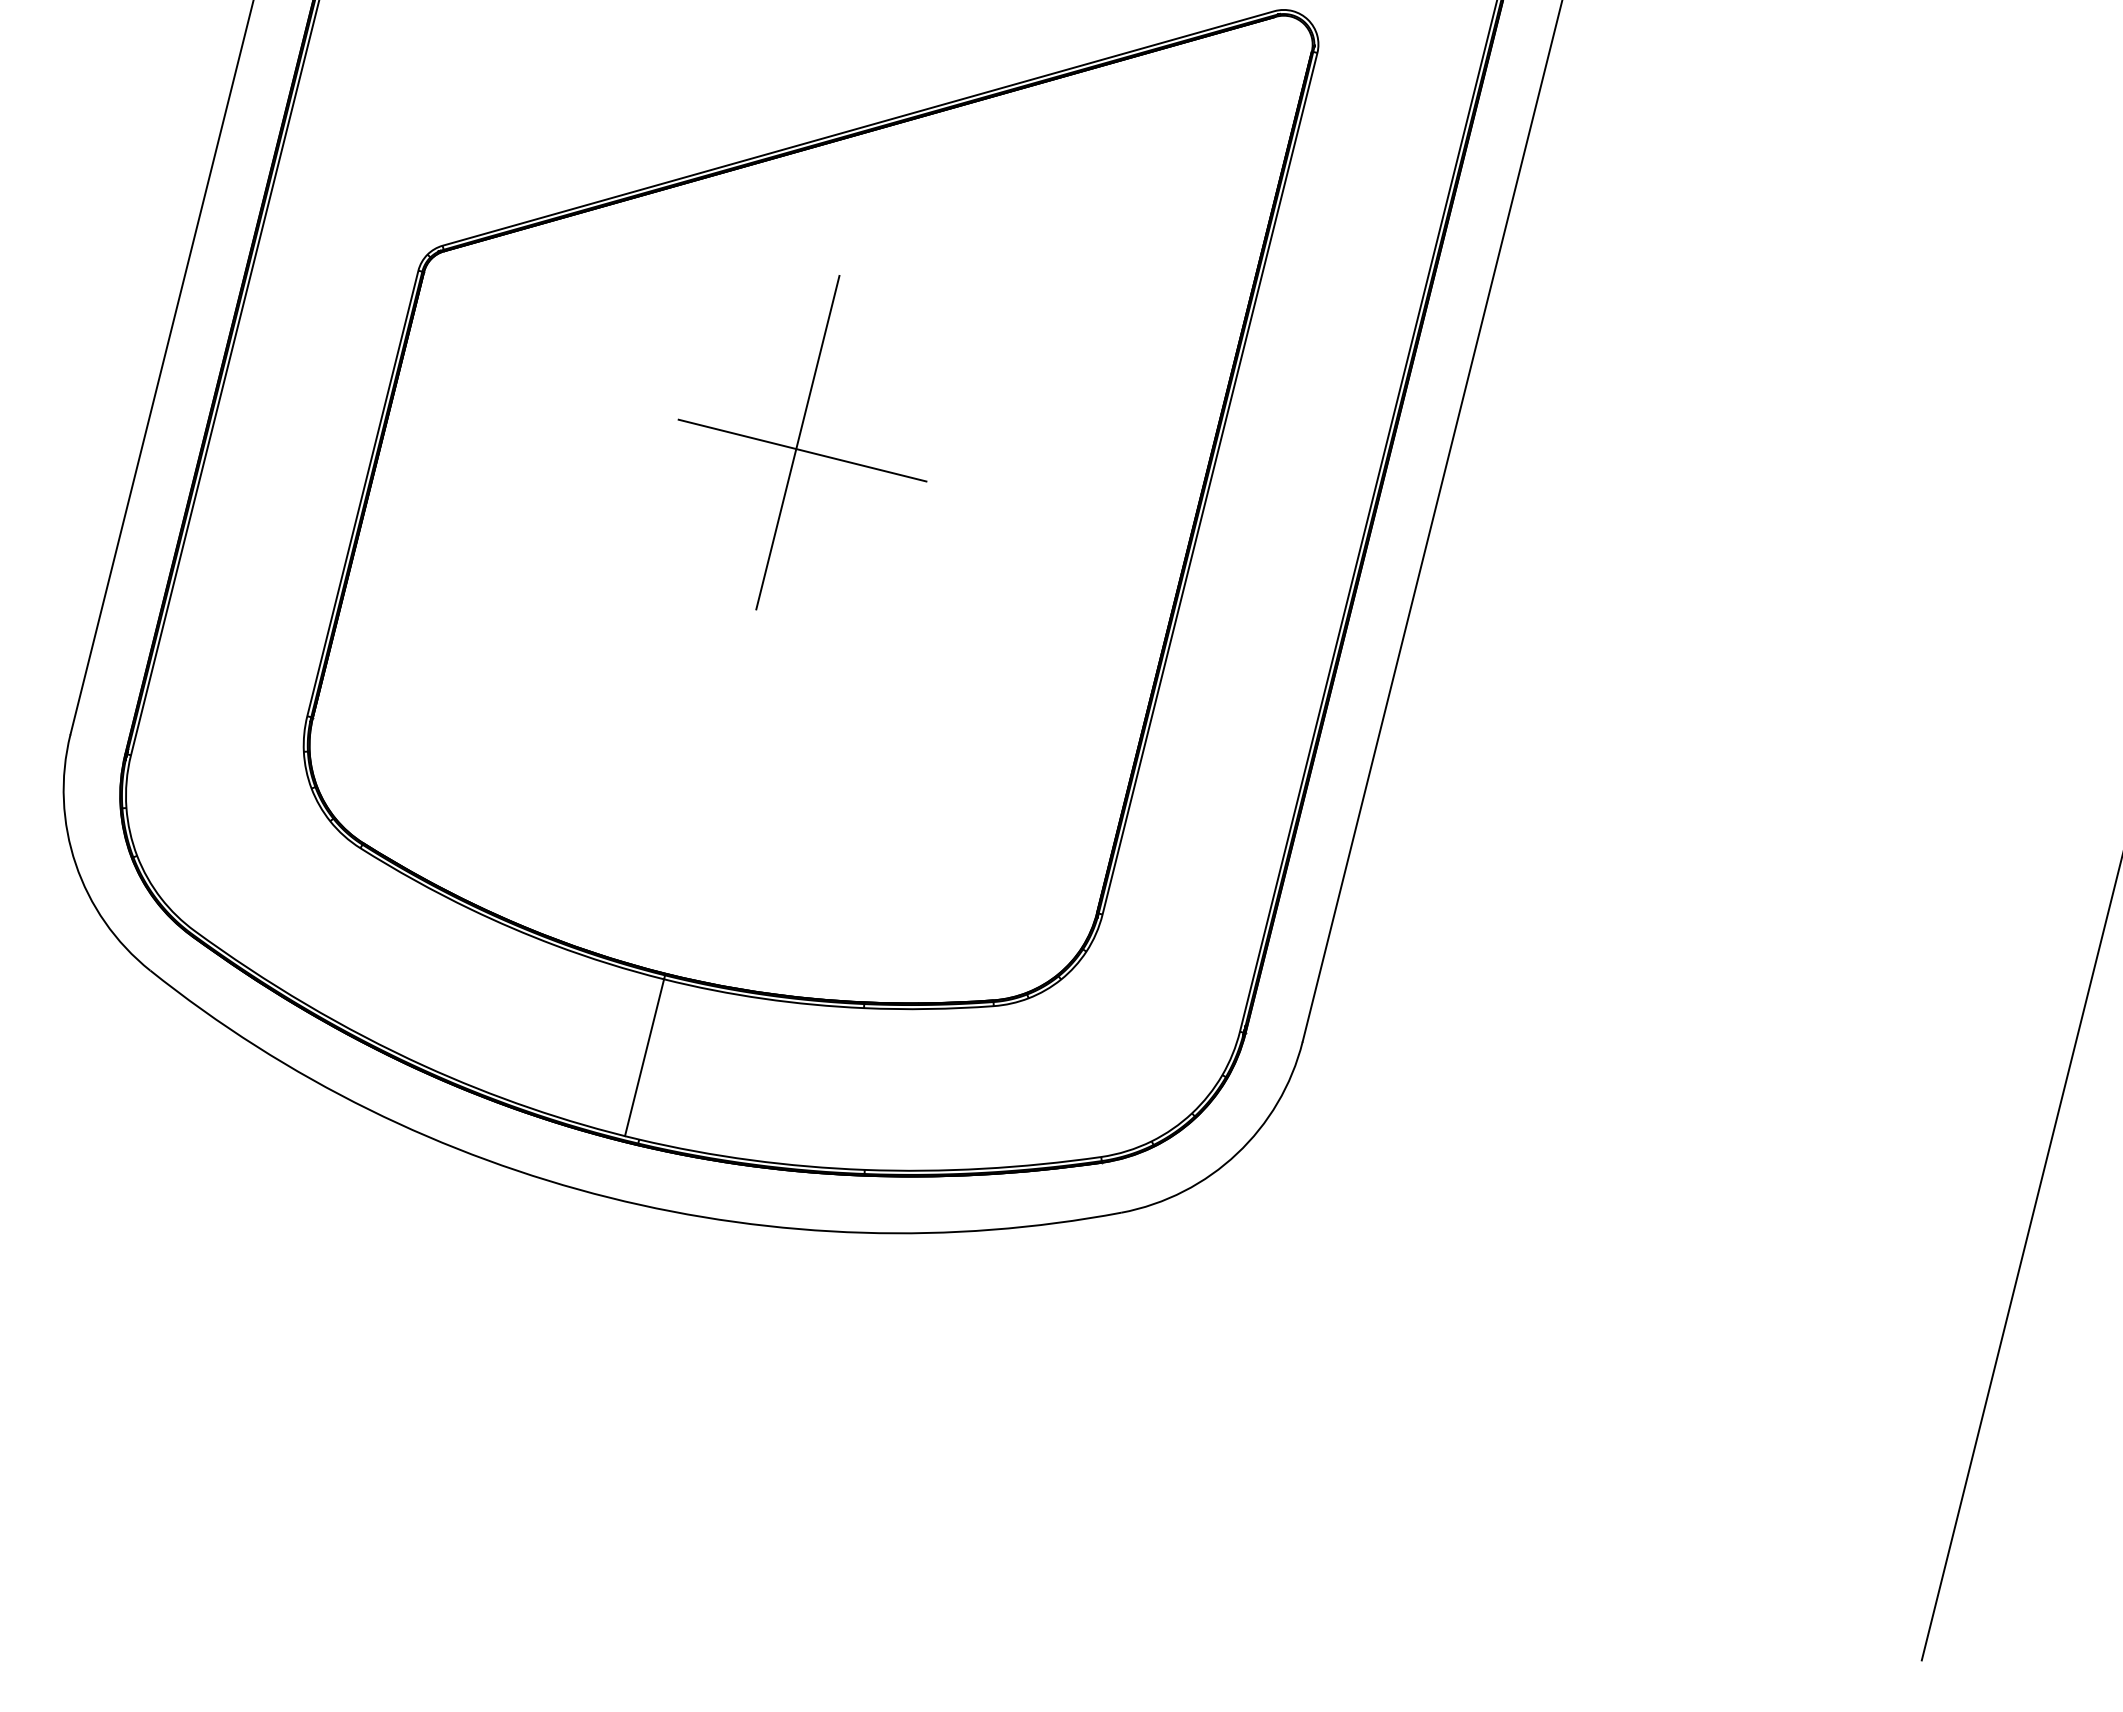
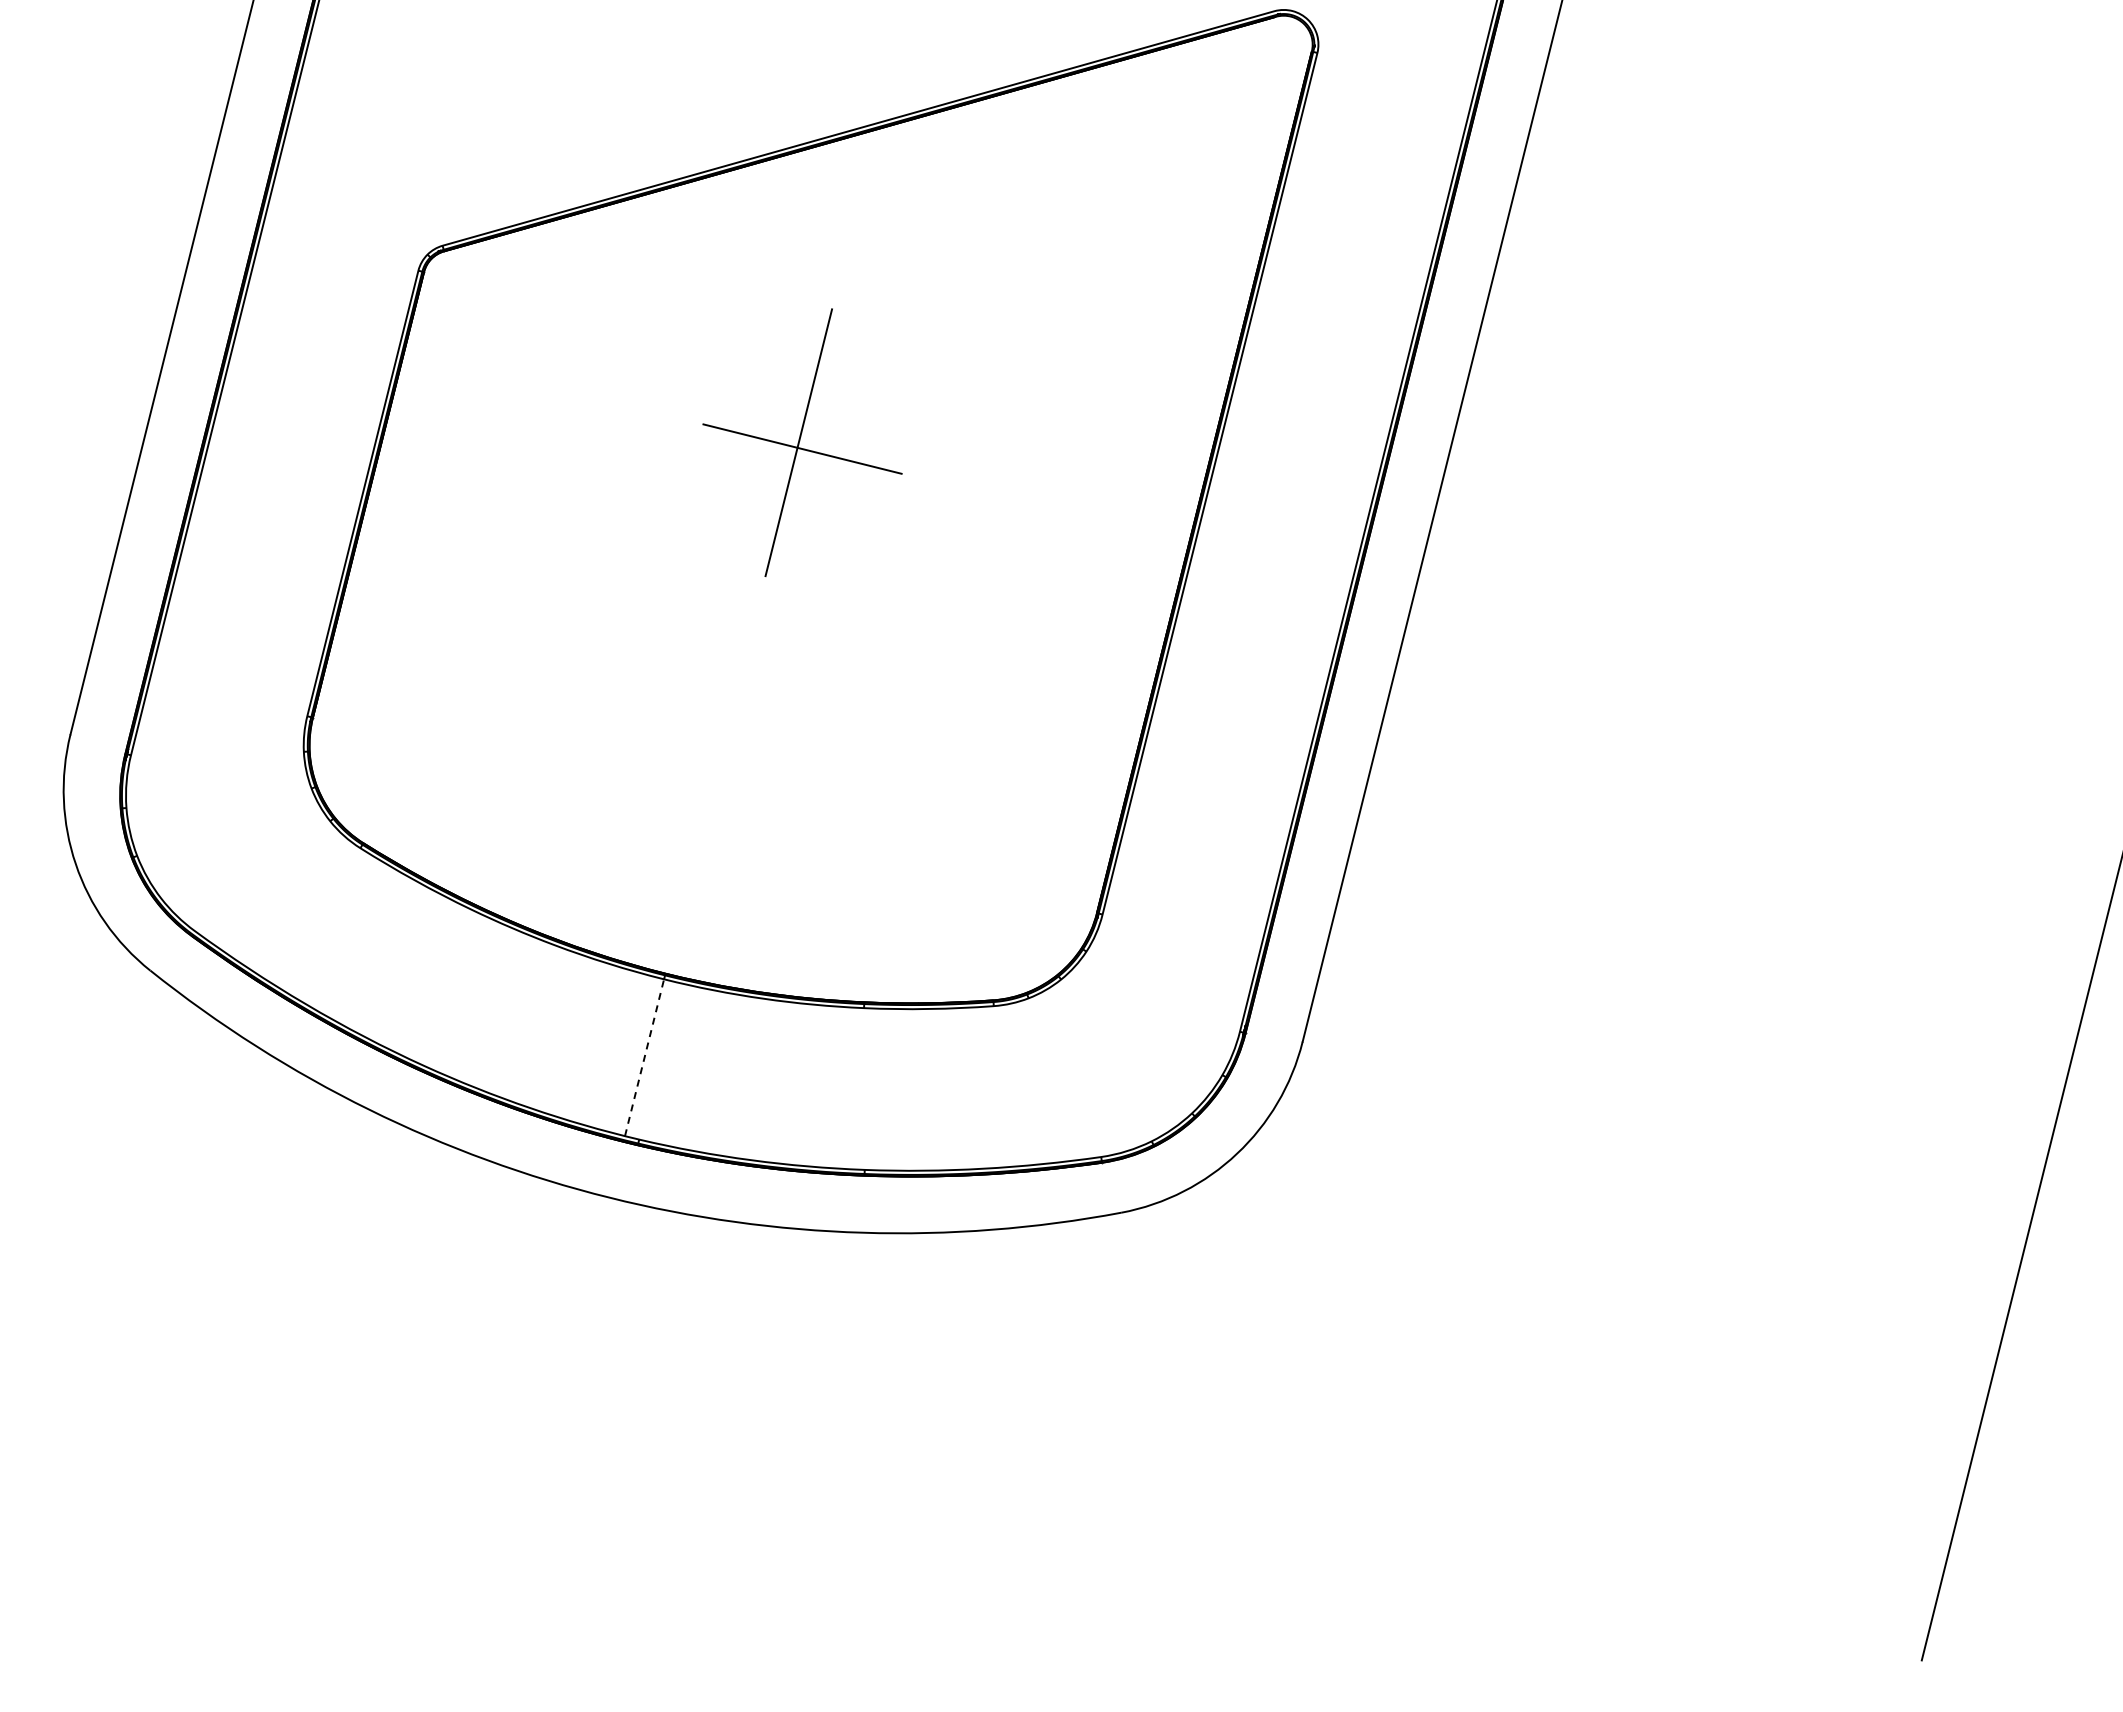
part at (802, 442) size: 251x336 px -> 201x269 px
line at (644, 1057): solid -> dashed
